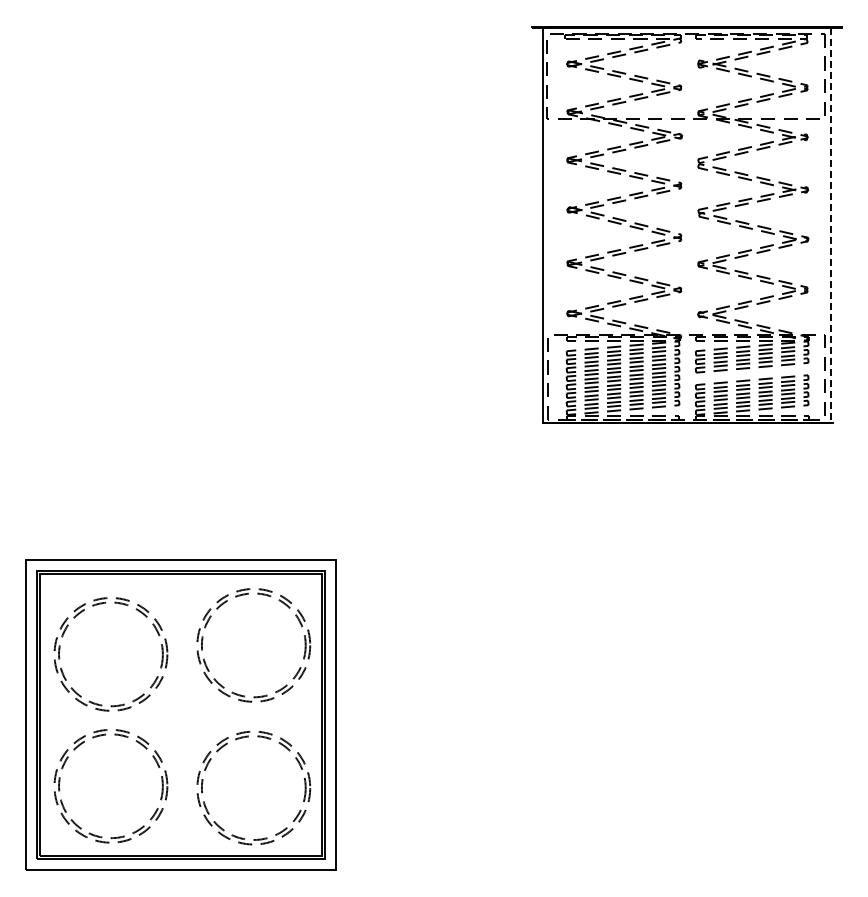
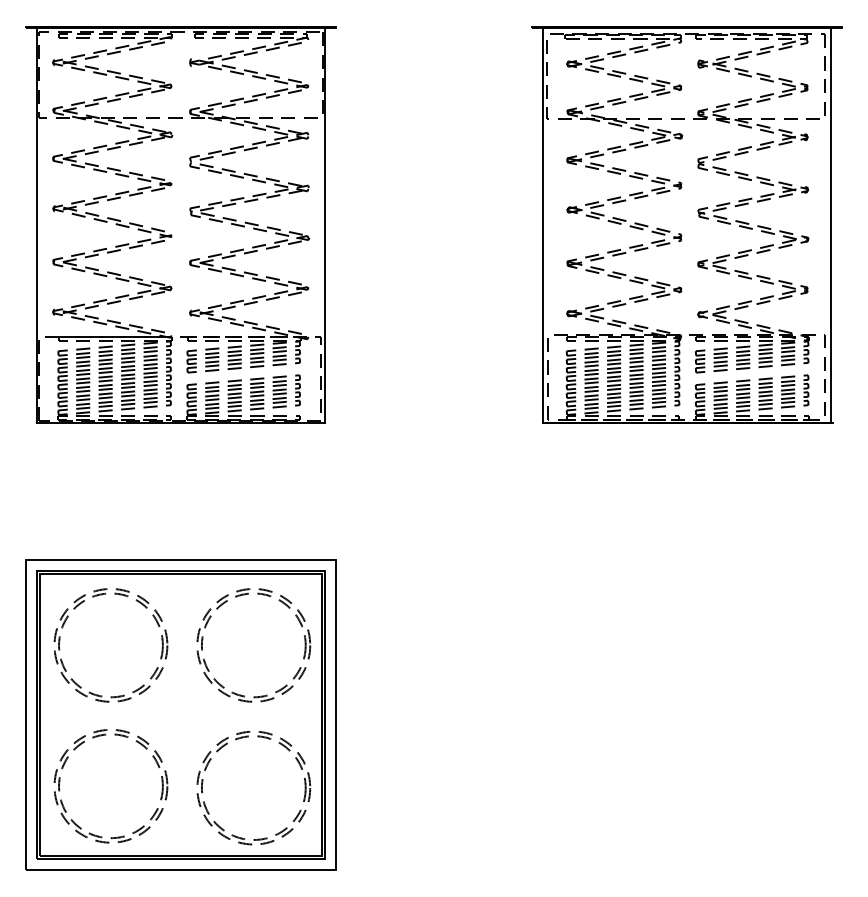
part at (180, 224): none -> present
line at (830, 225): dashed -> solid
part at (60, 657) position: (60, 657) -> (60, 648)
